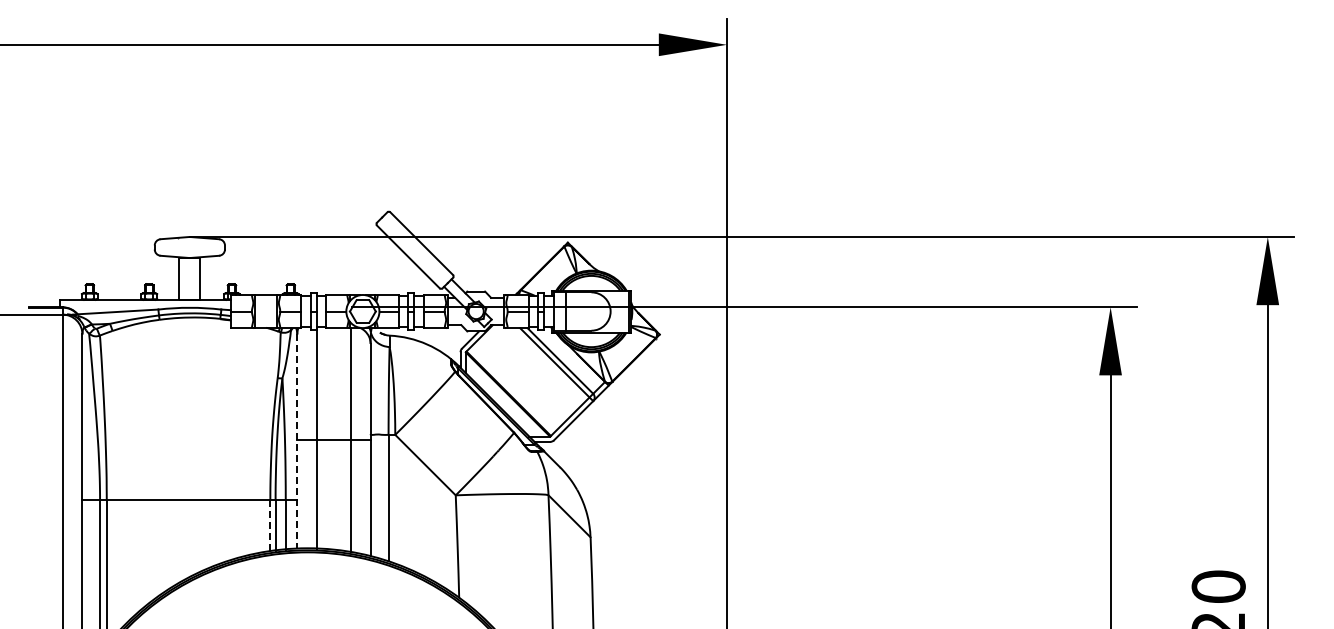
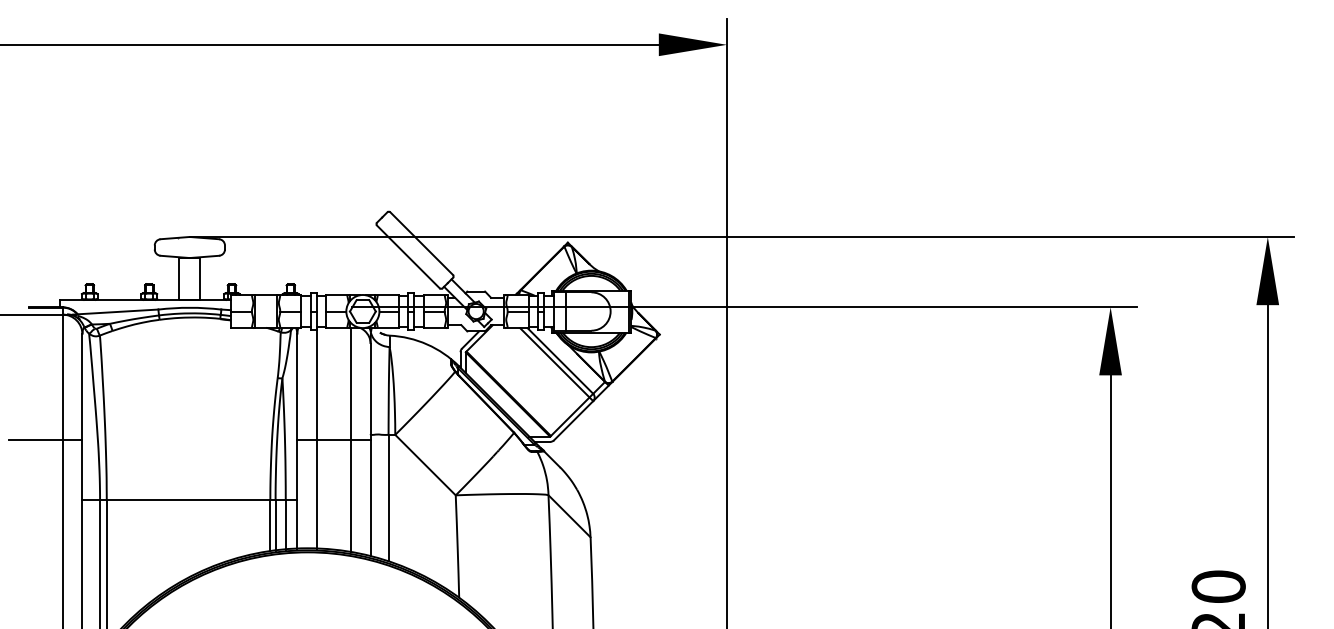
line at (45, 440): none -> present
line at (297, 442): dashed -> solid
line at (270, 525): dashed -> solid
